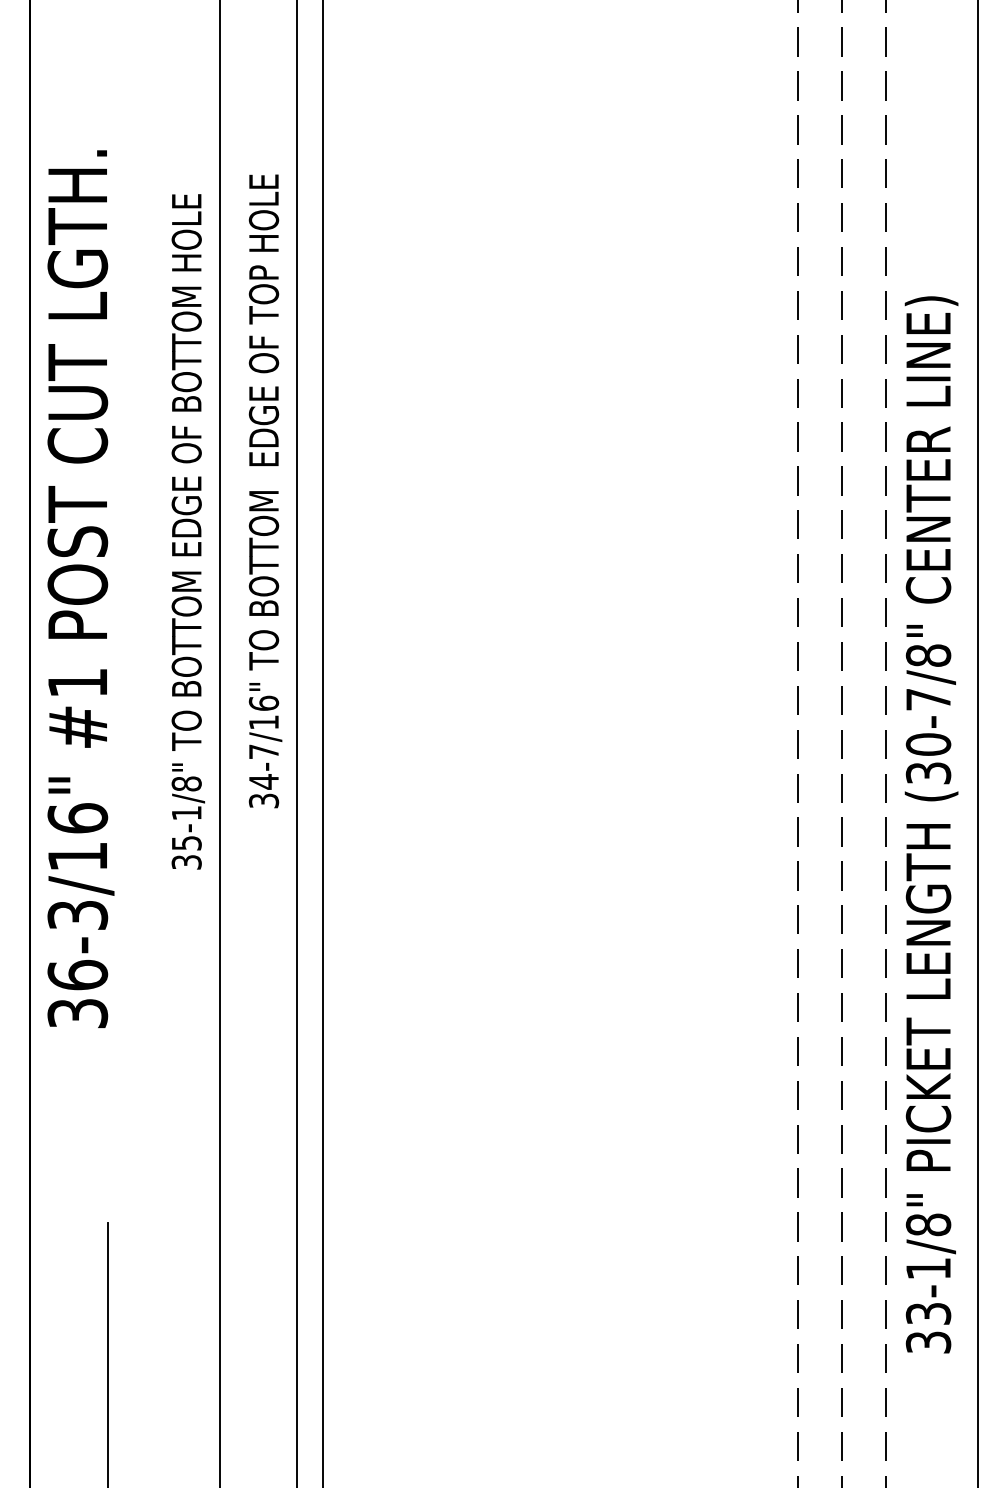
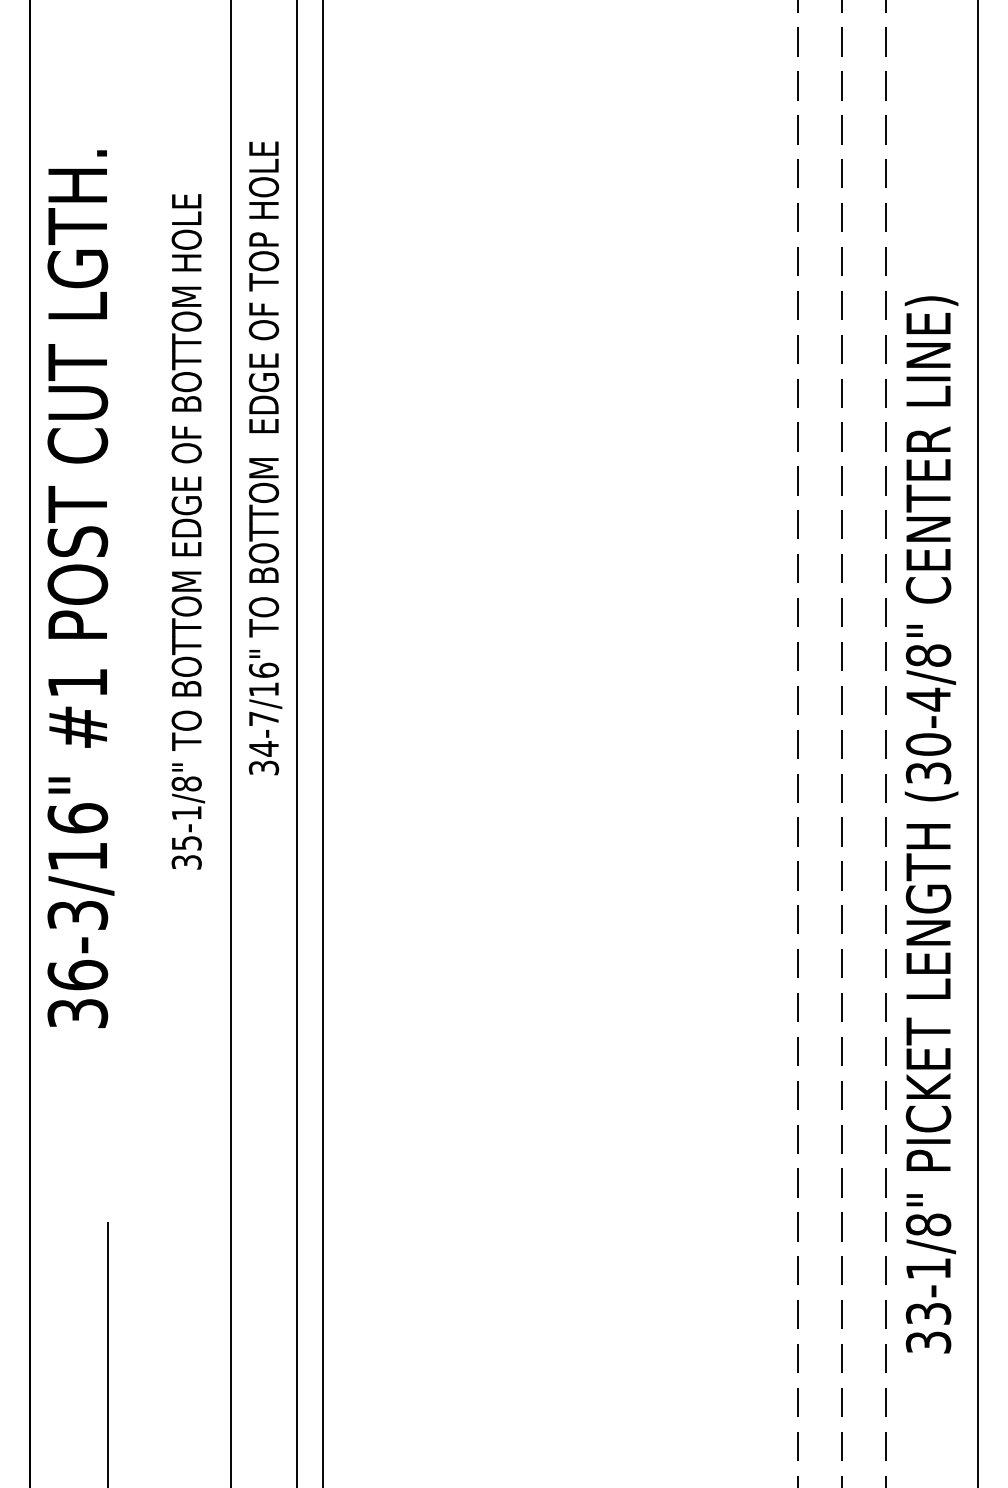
text at (265, 491) position: (265, 491) -> (265, 458)
text at (928, 699): (30-7/8" -> (30-4/8"
line at (219, 743) position: (219, 743) -> (230, 743)
